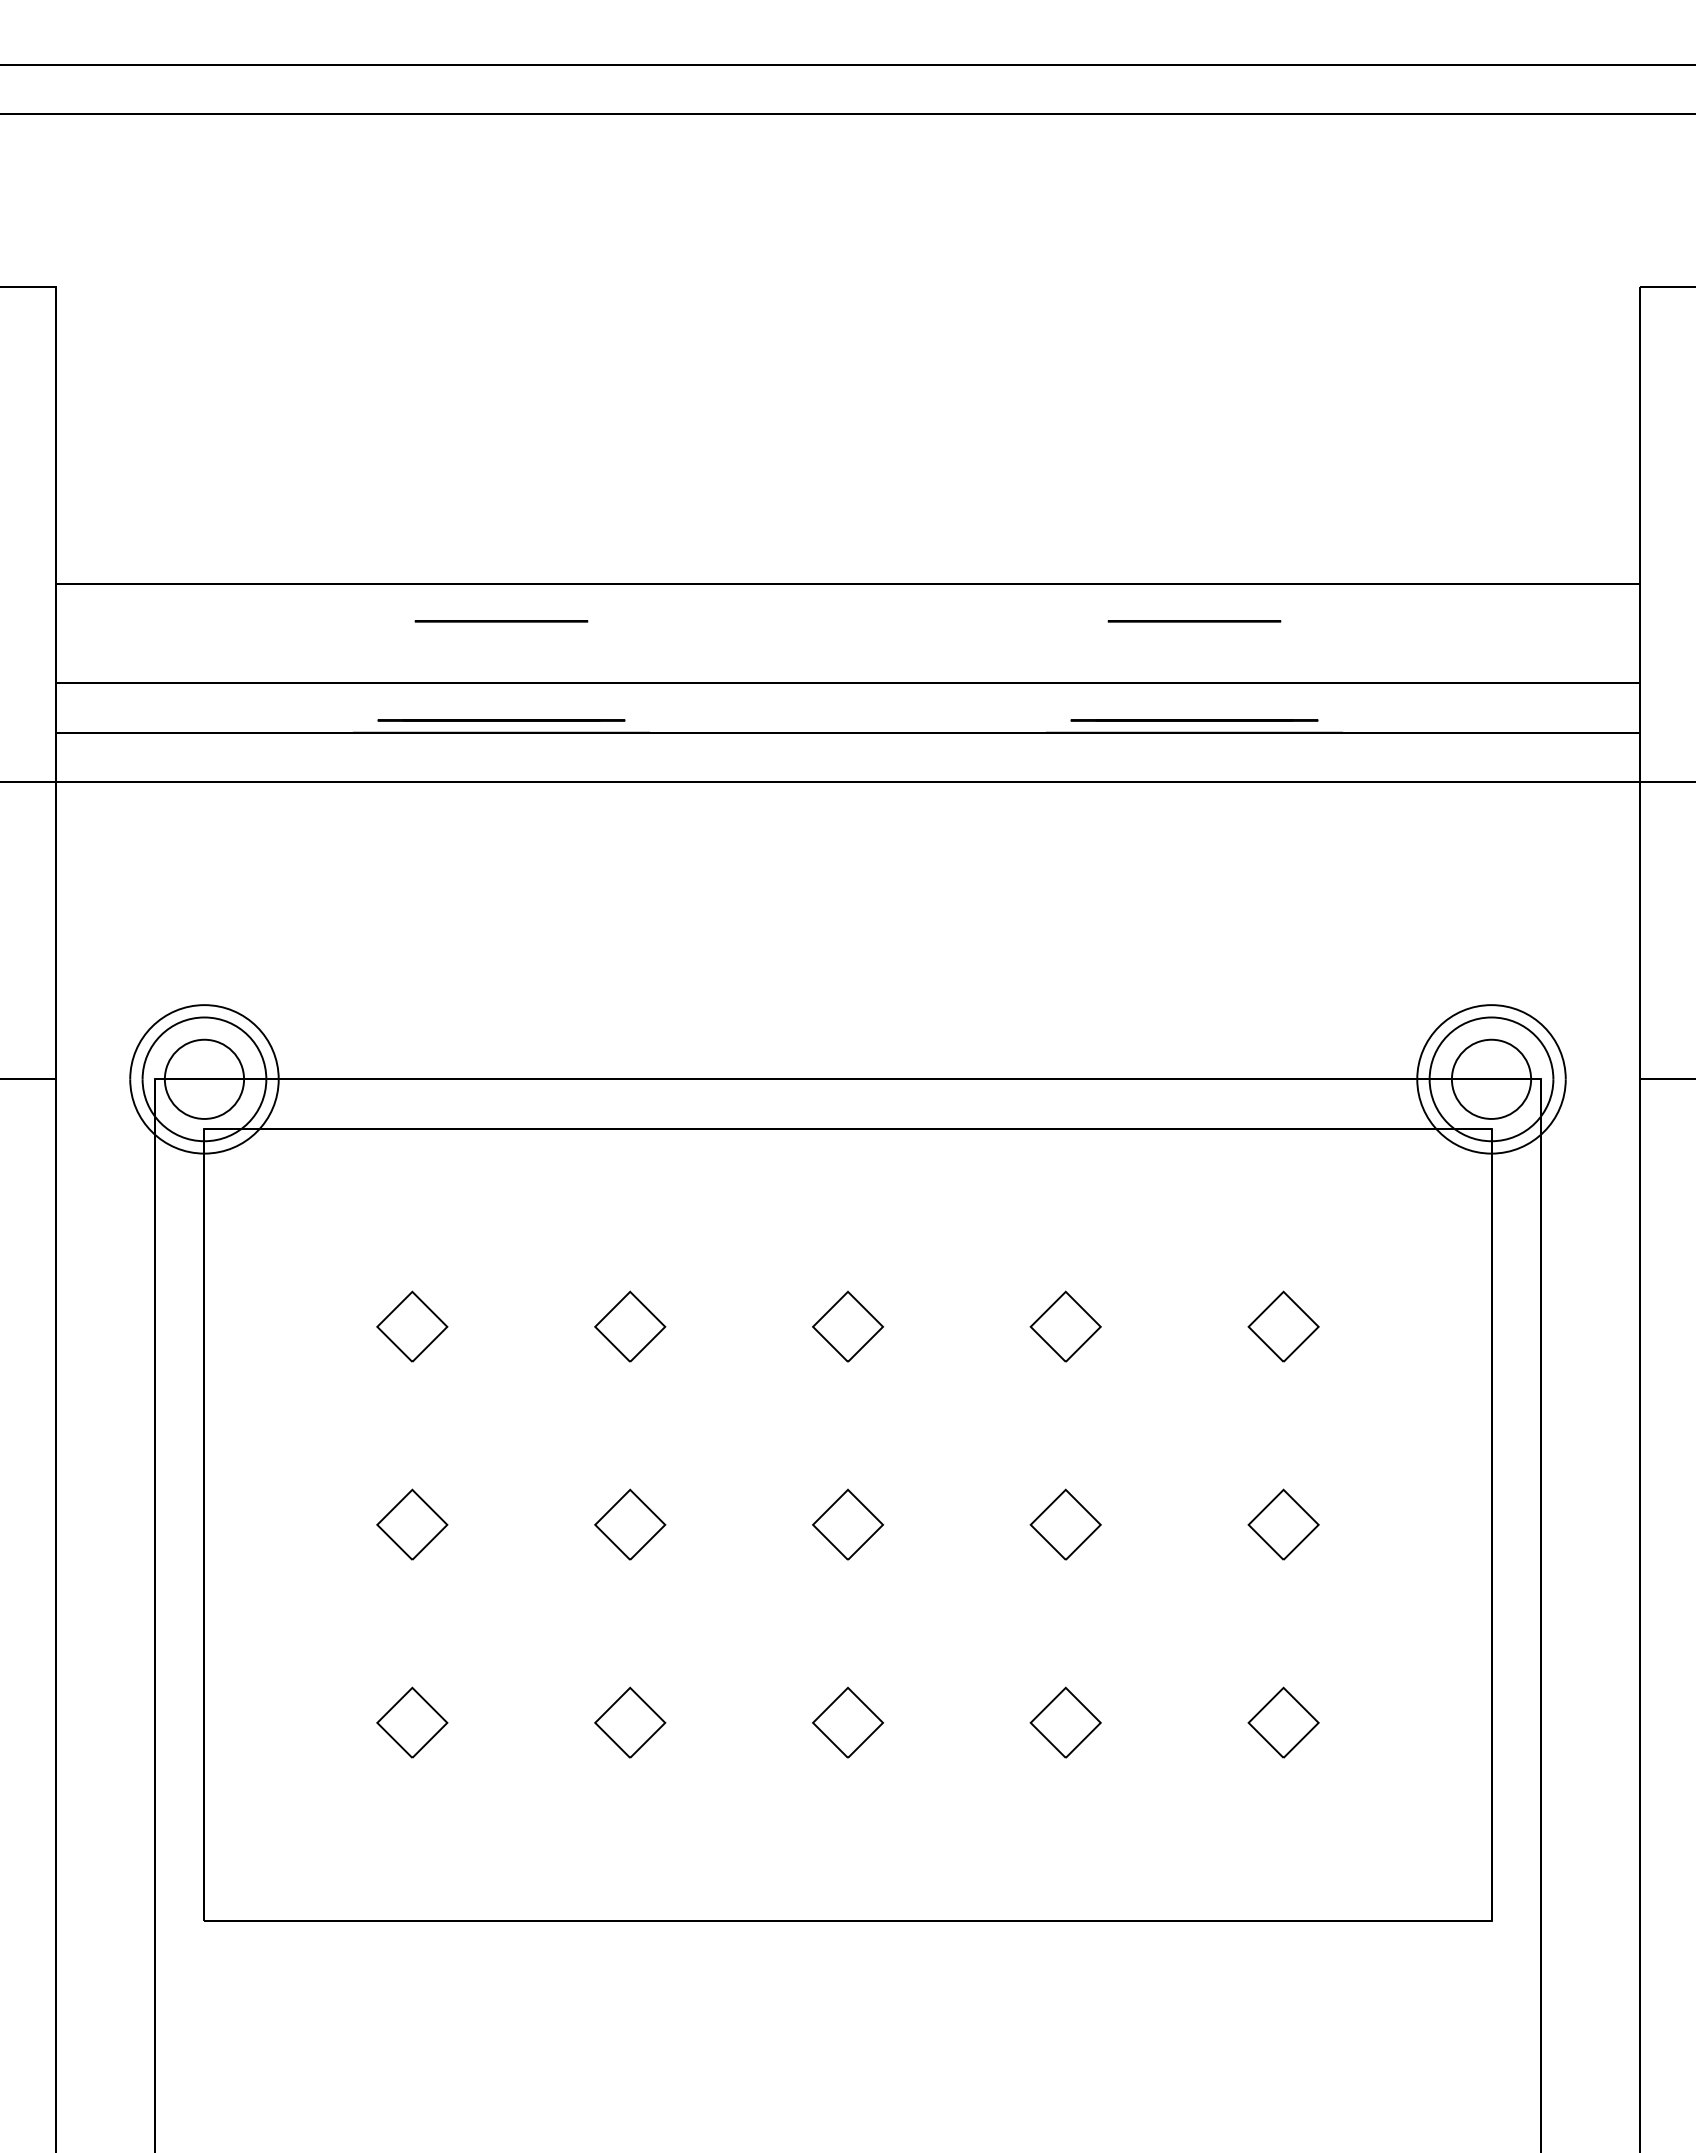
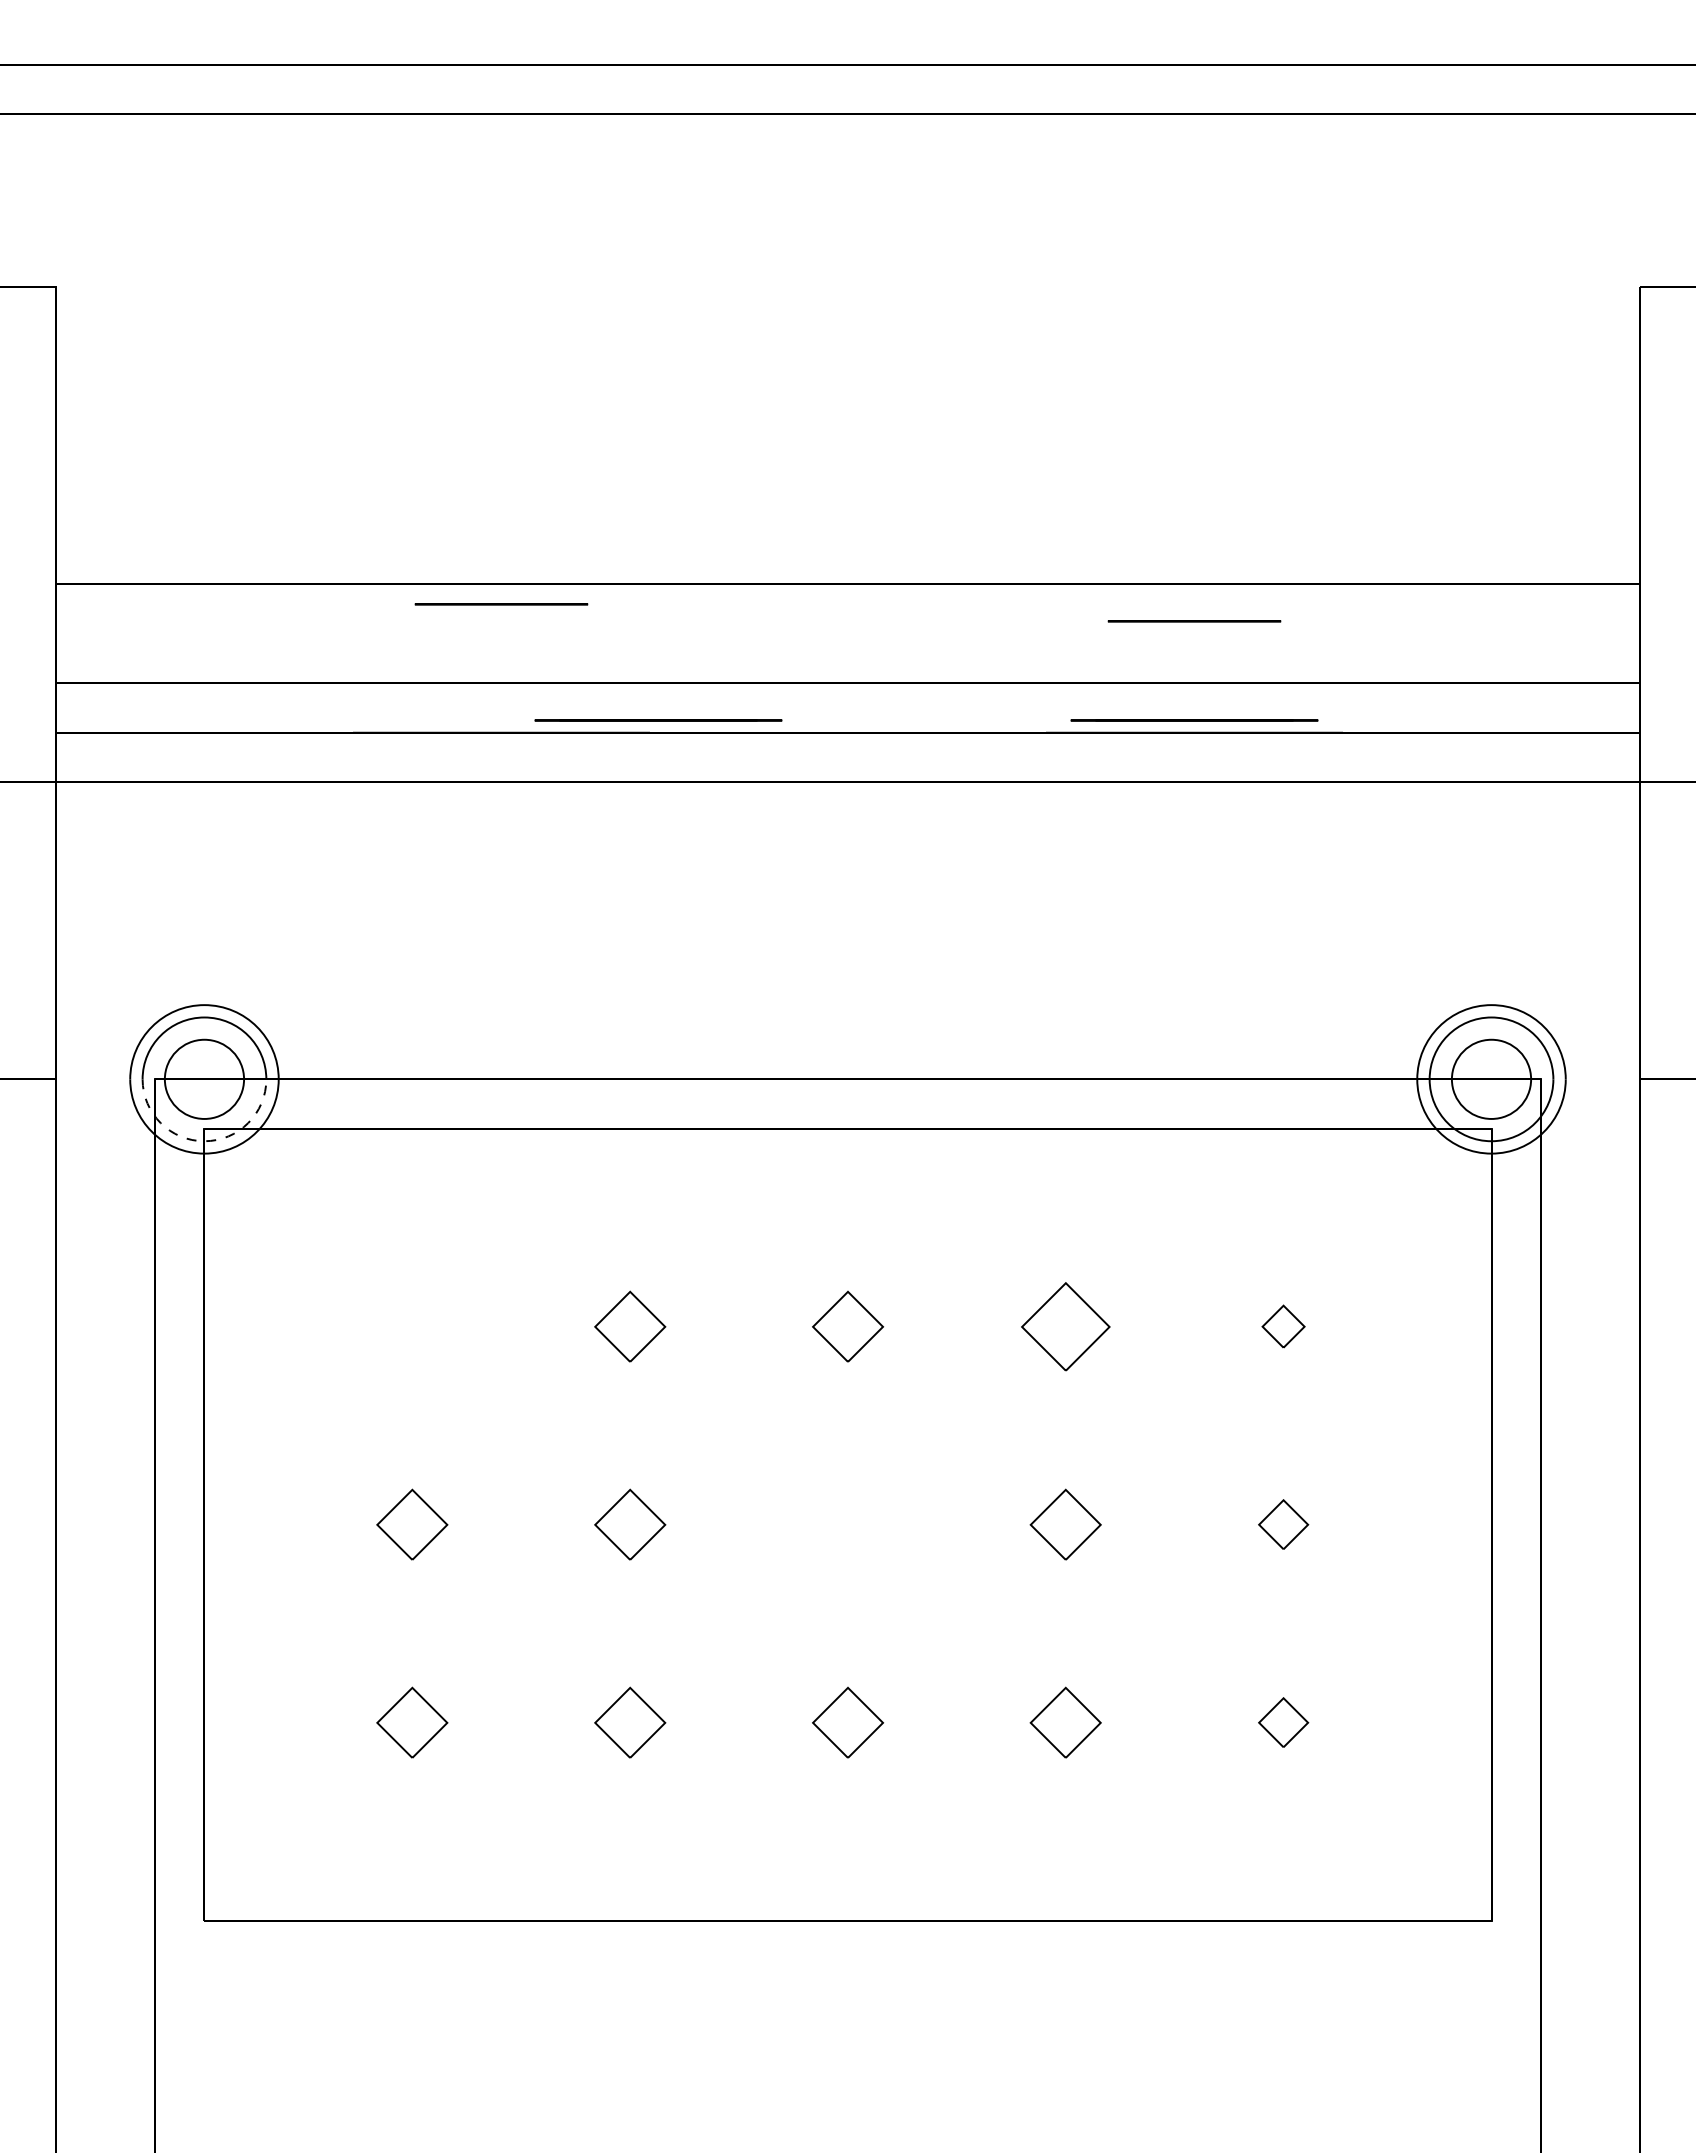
circle at (501, 621) position: (501, 621) -> (501, 604)
line at (501, 720) position: (501, 720) -> (658, 720)
arc at (204, 1141): solid -> dashed
part at (412, 1326): present -> none
part at (1065, 1326) size: 73x73 px -> 90x90 px
part at (1283, 1326) size: 73x73 px -> 45x45 px
part at (848, 1524): present -> none
part at (1283, 1524) size: 73x73 px -> 52x51 px
part at (1283, 1722) size: 73x73 px -> 52x51 px
